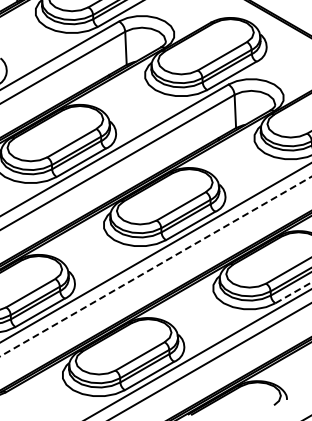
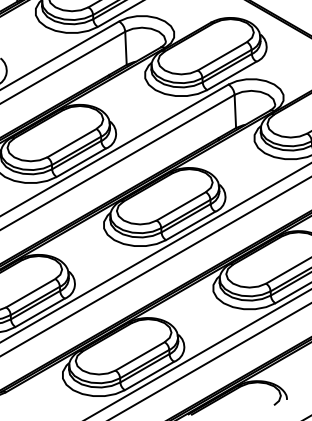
line at (156, 266): dashed -> solid
line at (293, 292): dashed -> solid
